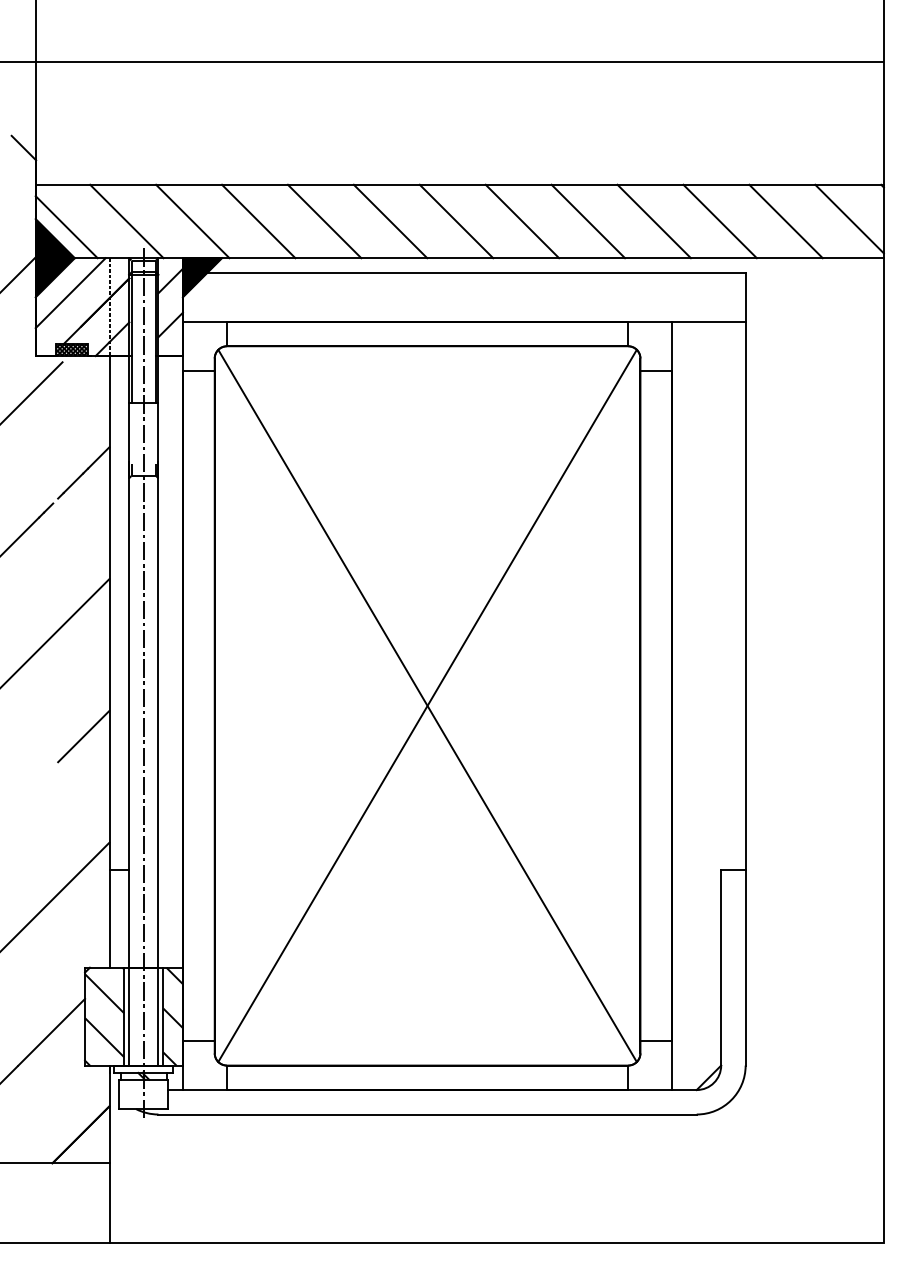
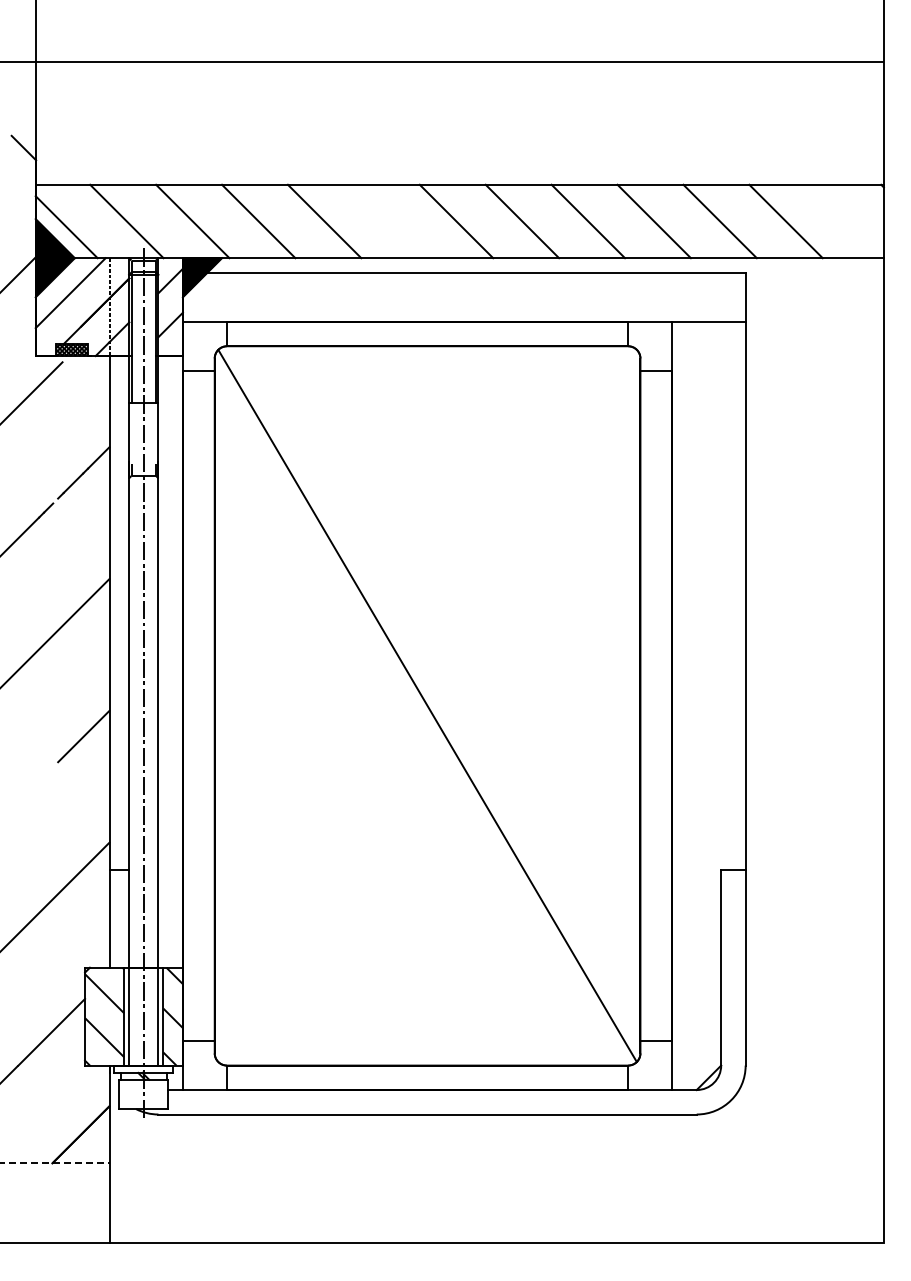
line at (849, 218): present -> none
line at (390, 221): present -> none
line at (427, 705): present -> none
line at (55, 1163): solid -> dashed
